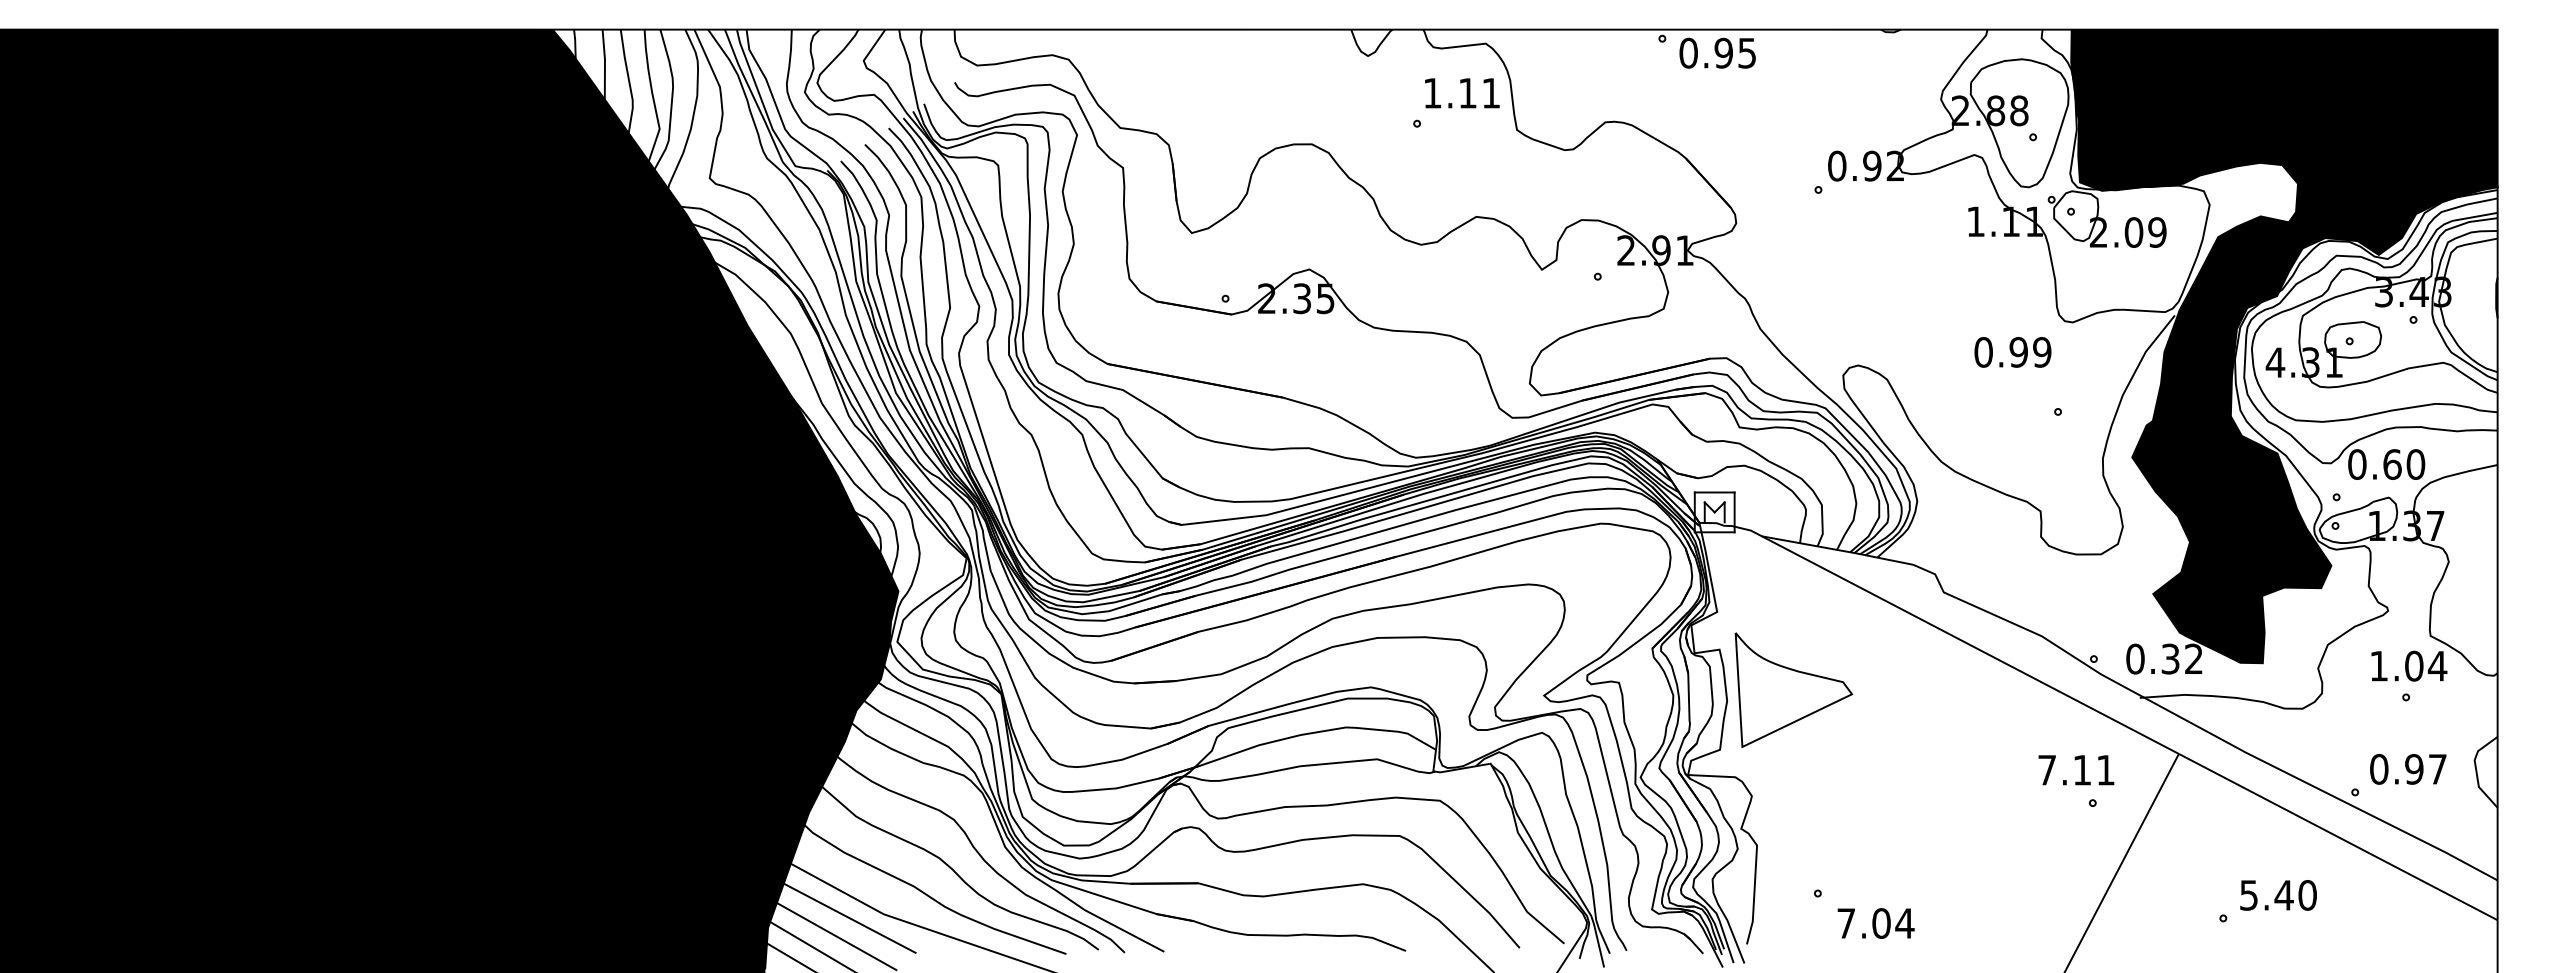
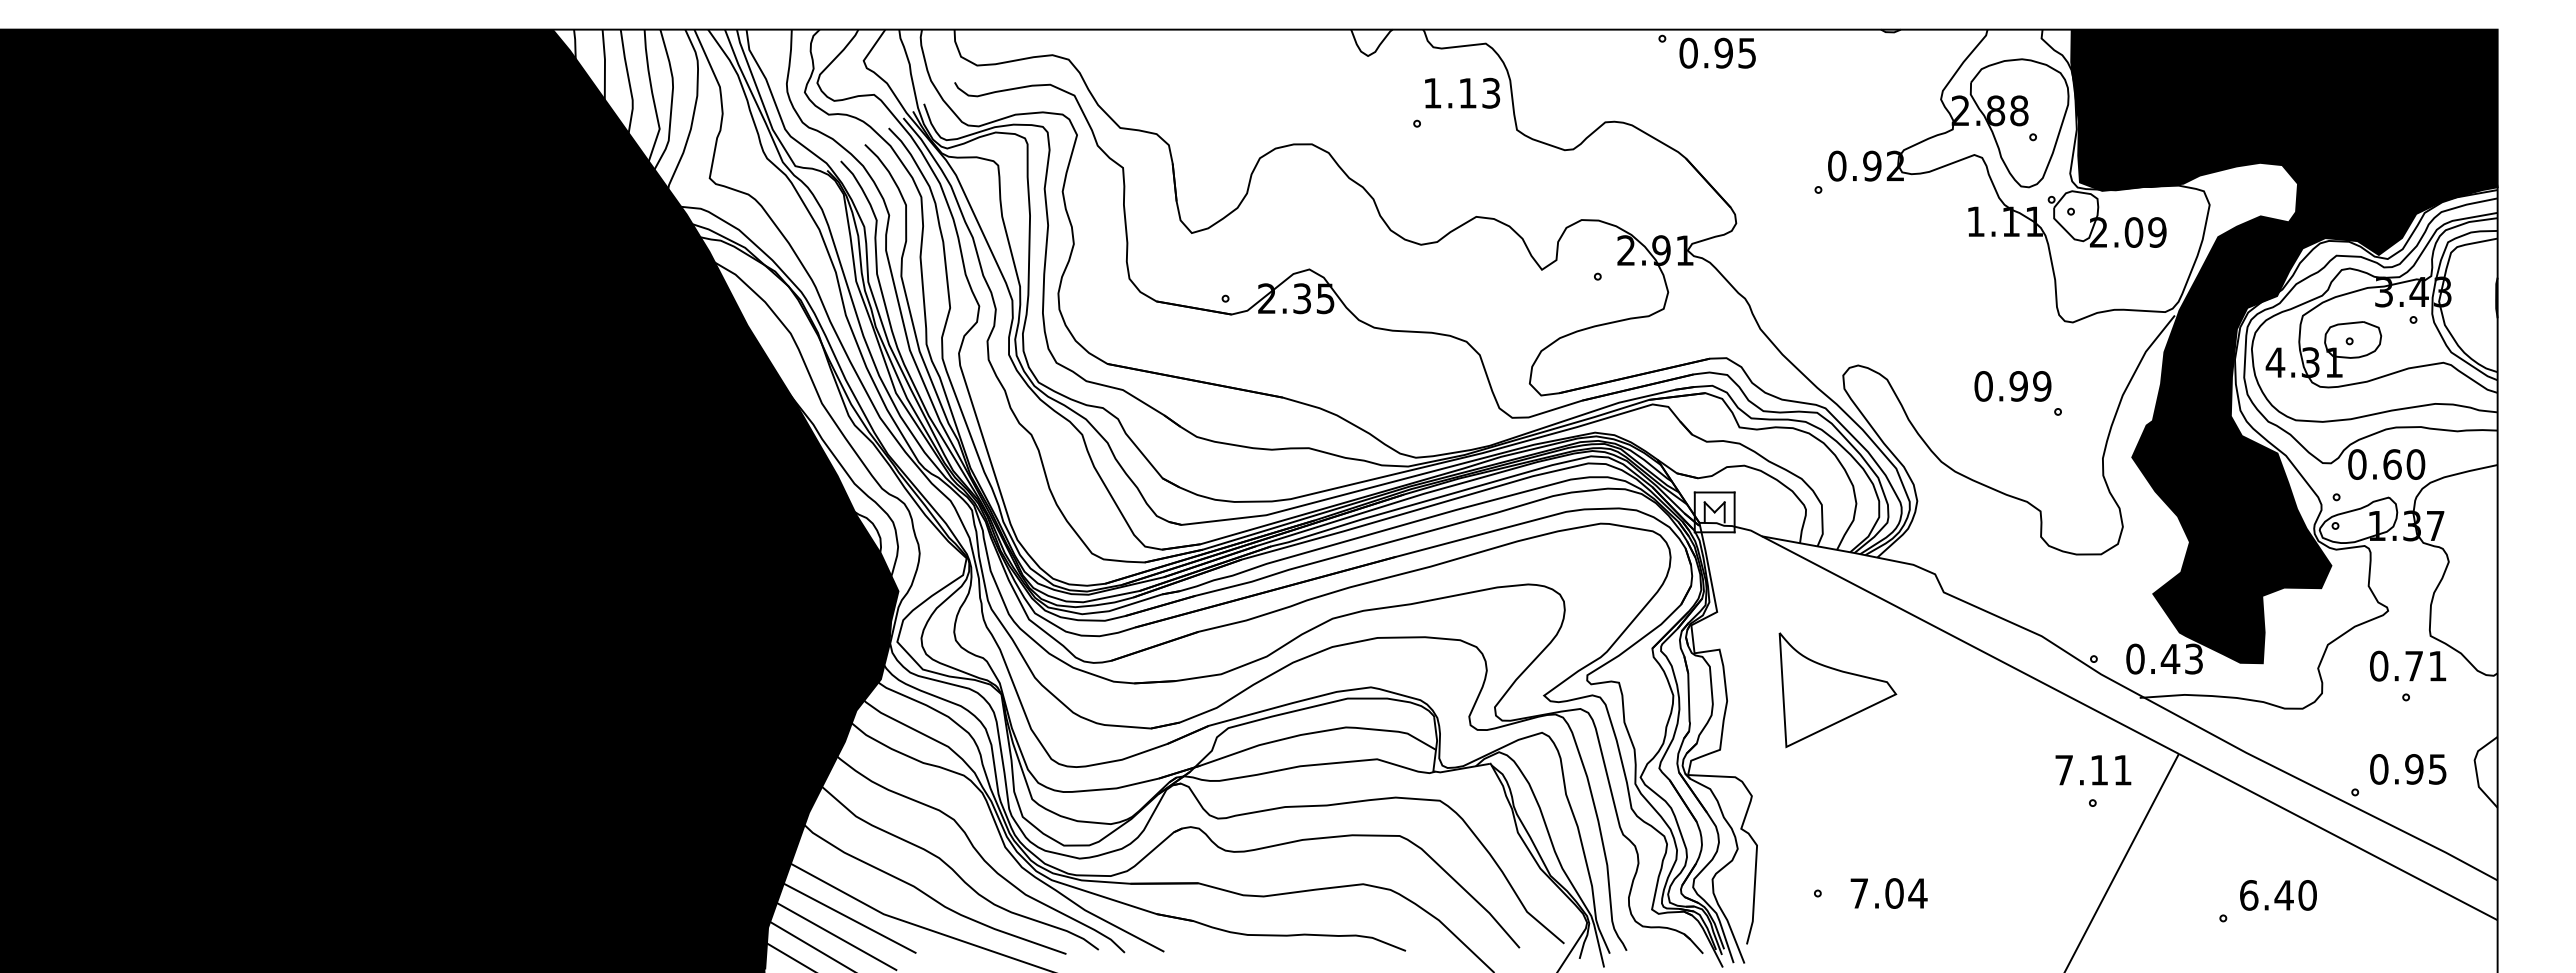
text at (1491, 92): 1.11 -> 1.13
text at (2012, 352) position: (2012, 352) -> (2012, 386)
text at (2181, 658): 0.32 -> 0.43
text at (2408, 665): 1.04 -> 0.71
part at (1793, 690) position: (1793, 690) -> (1837, 690)
text at (2437, 769): 0.97 -> 0.95
text at (2076, 770) position: (2076, 770) -> (2093, 770)
text at (2249, 895): 5.40 -> 6.40
text at (1875, 923) position: (1875, 923) -> (1888, 893)
